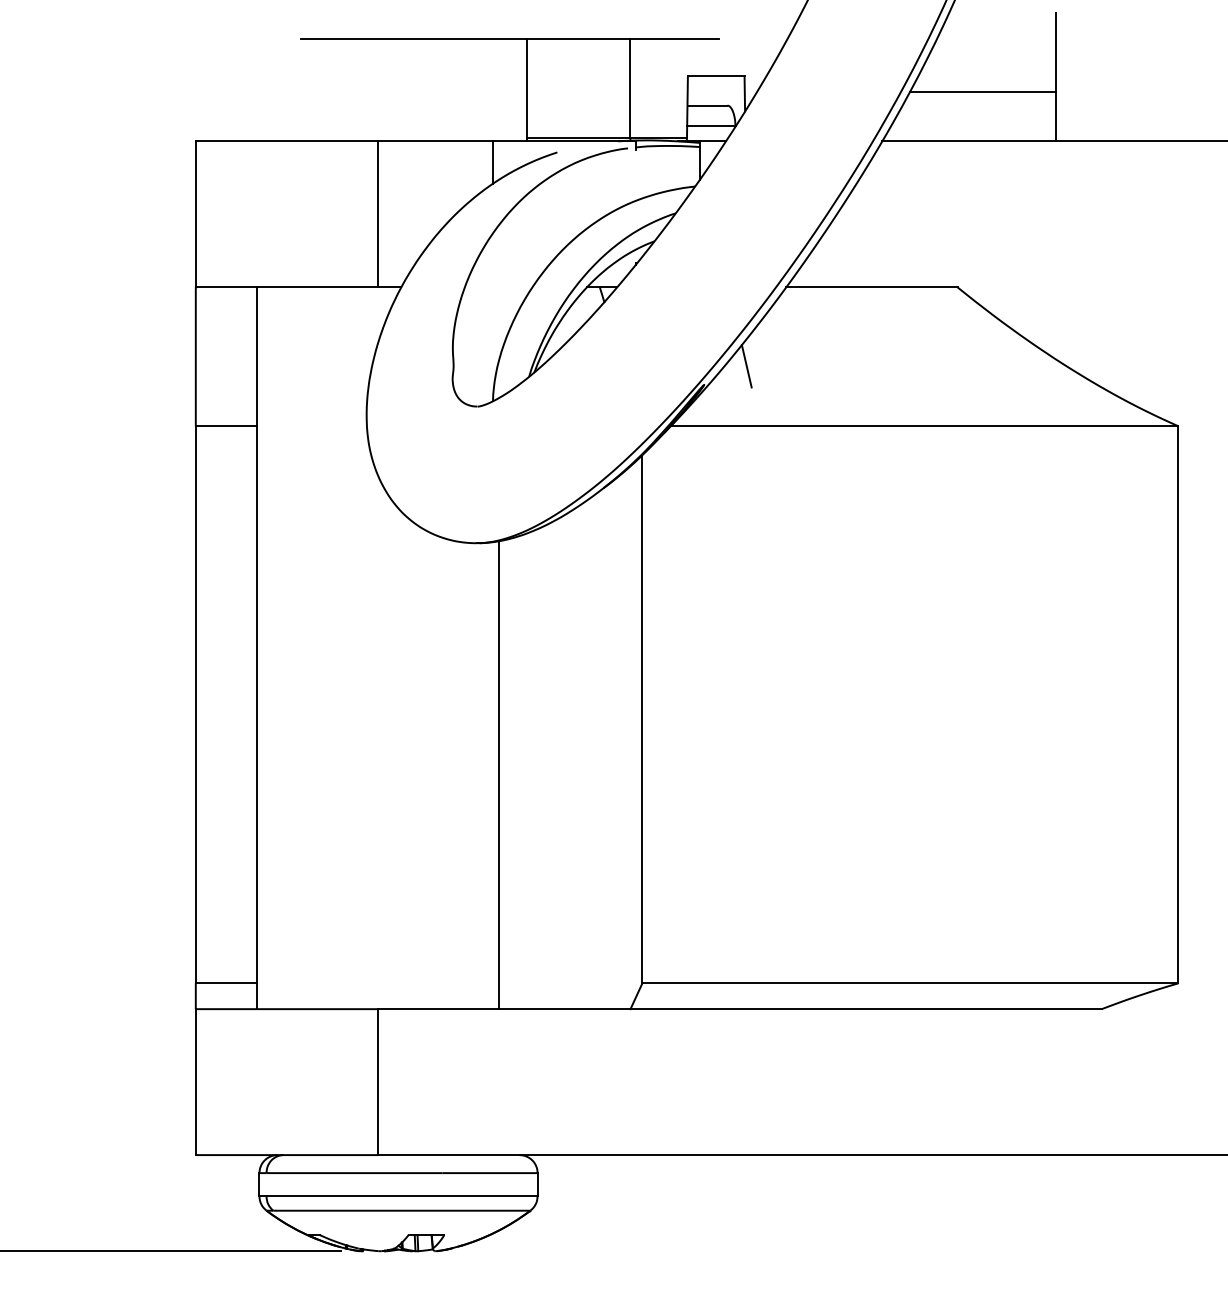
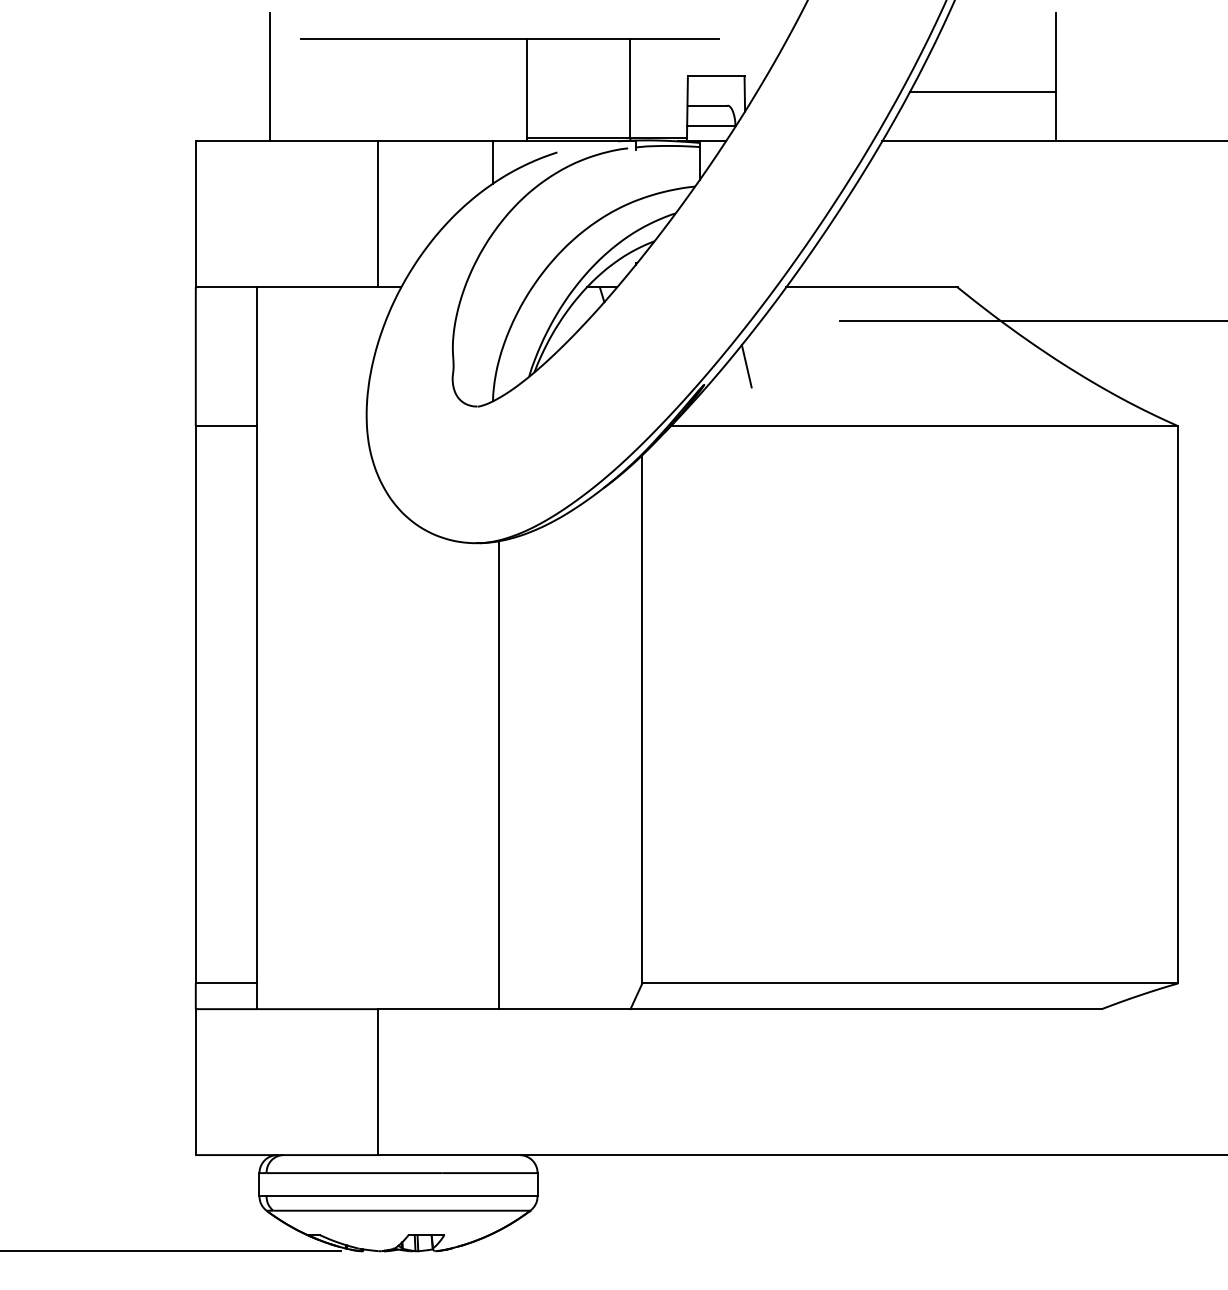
line at (269, 76): none -> present
line at (1031, 320): none -> present
